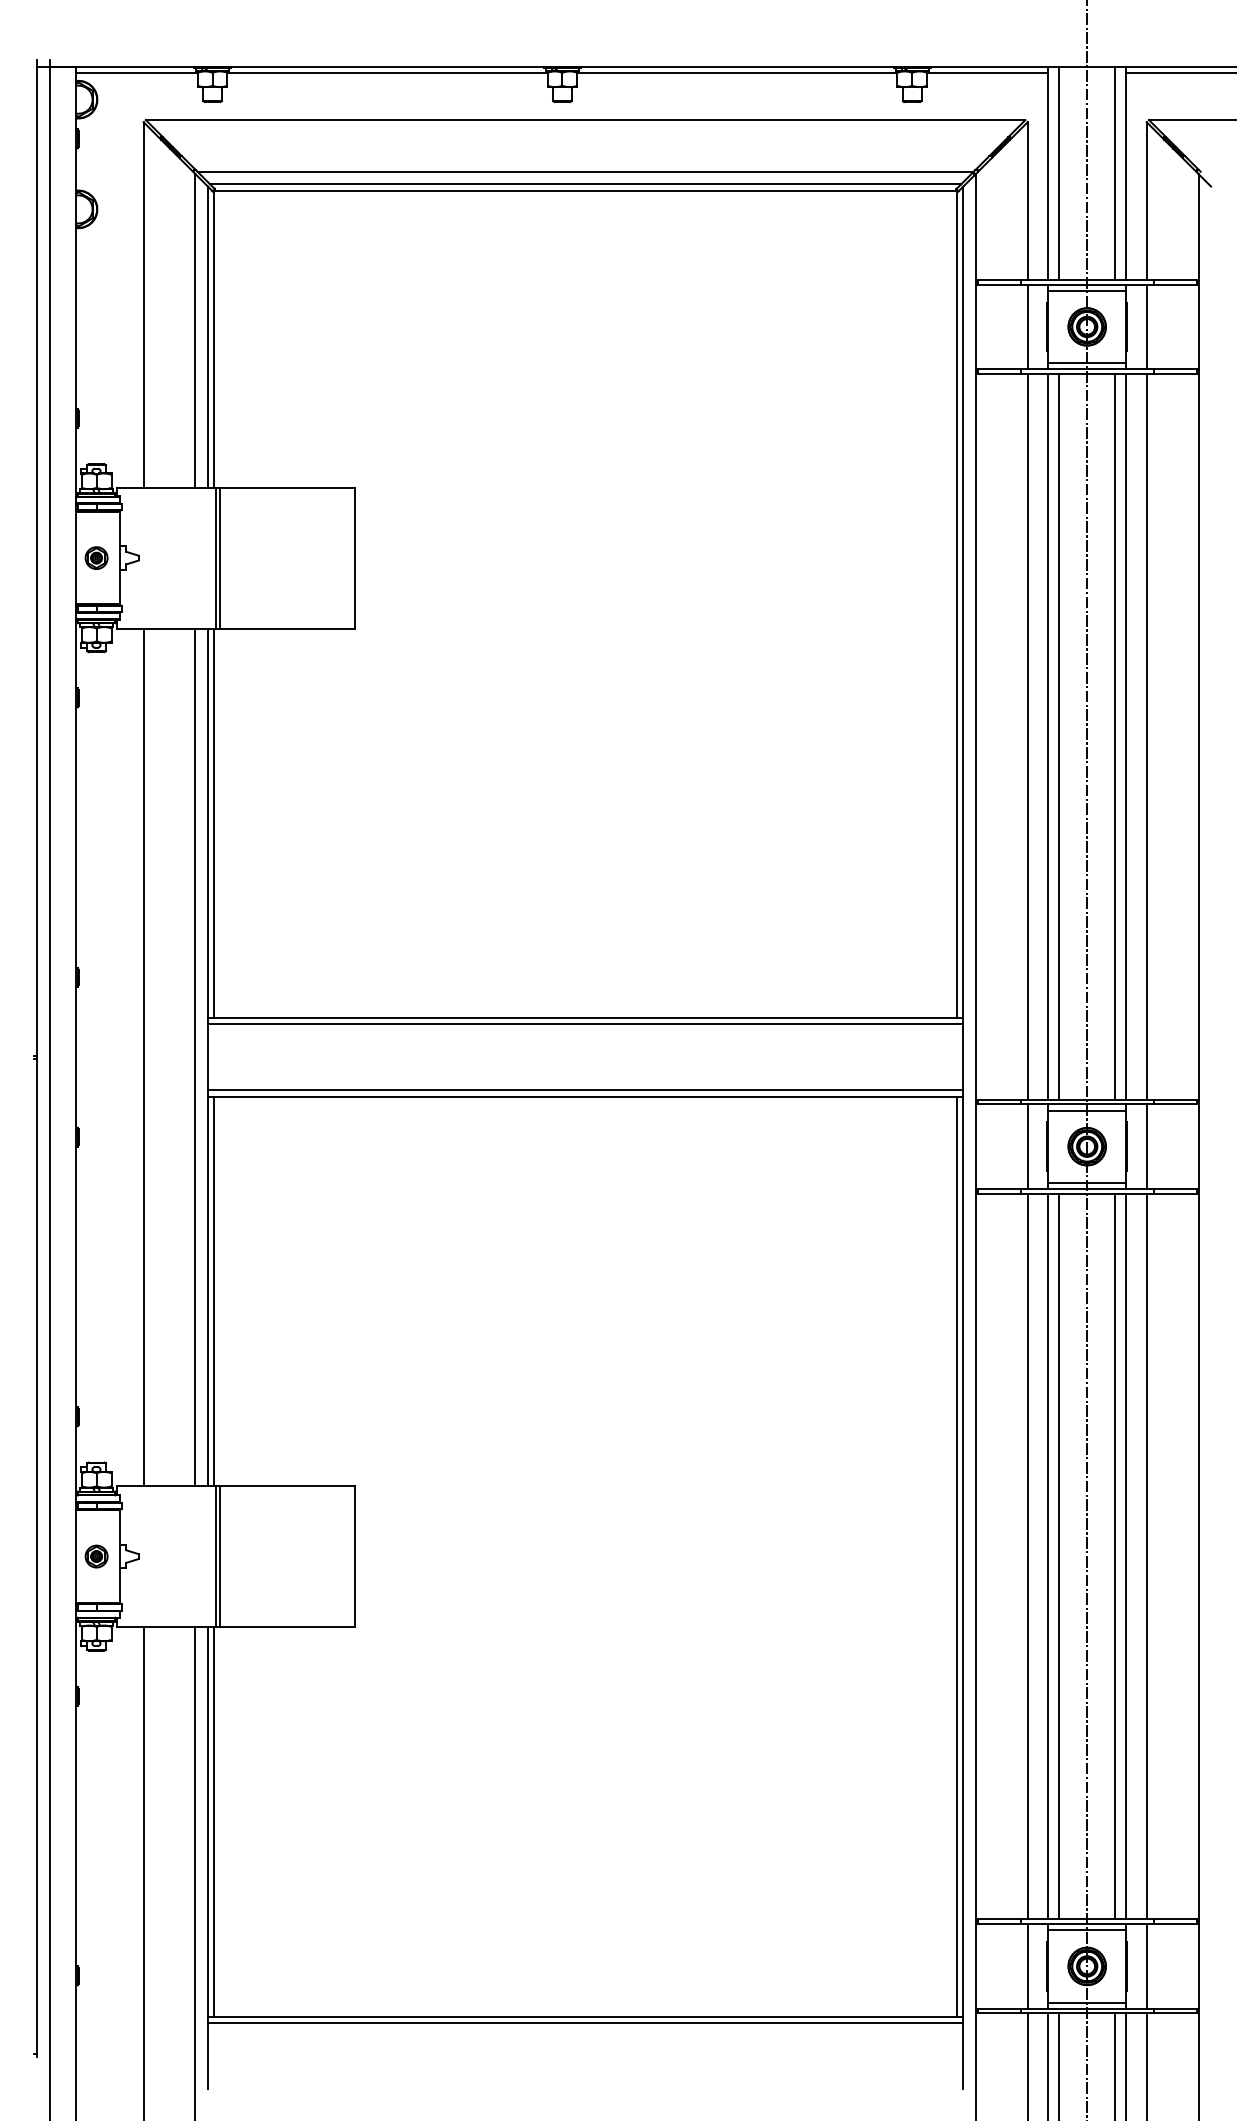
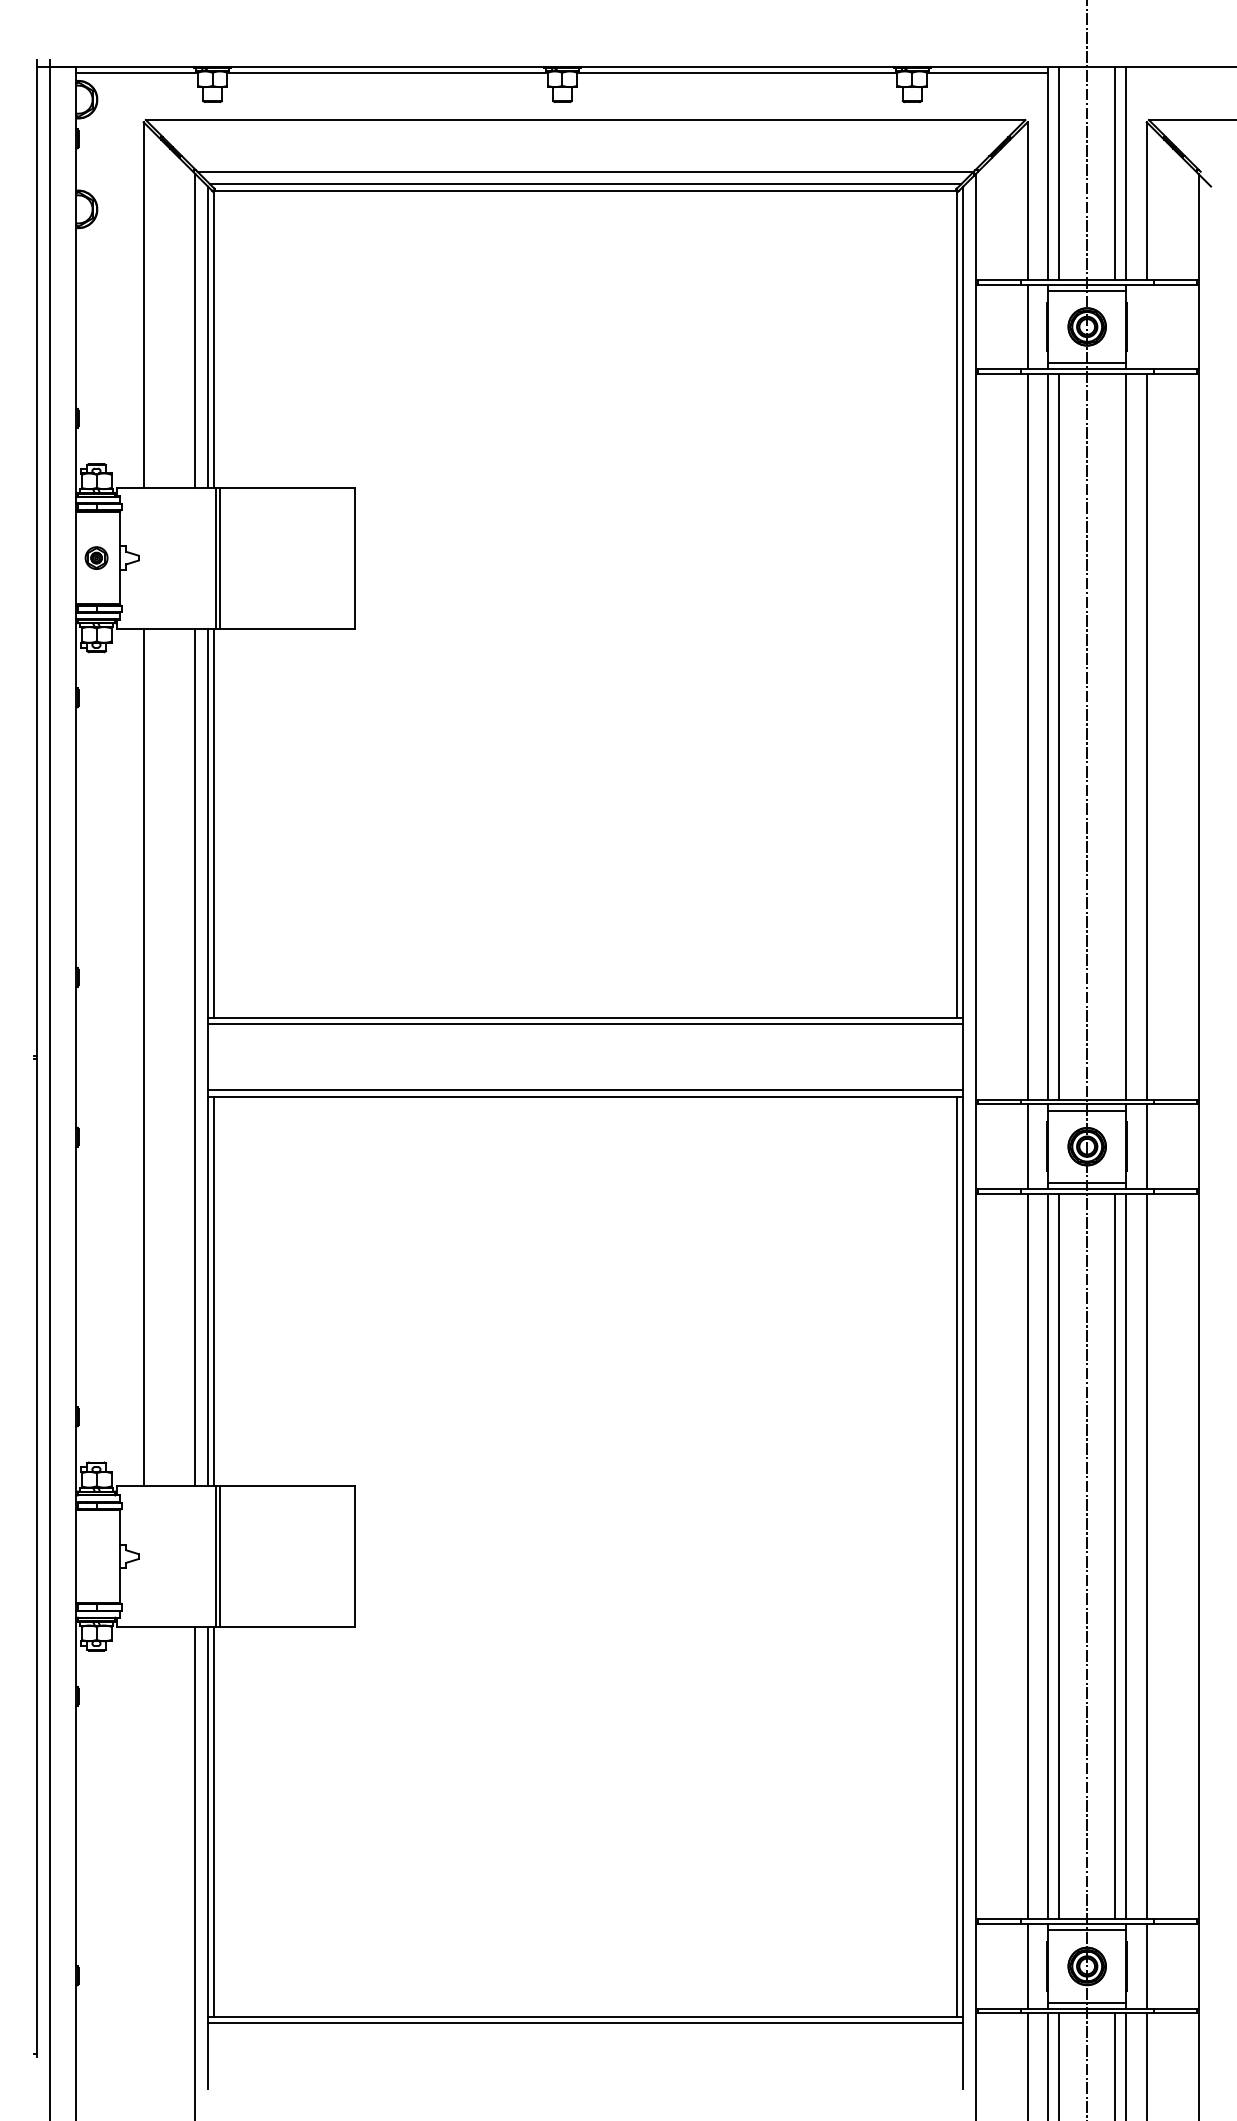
line at (1179, 73): present -> none
line at (1146, 326): present -> none
line at (1115, 736): present -> none
part at (96, 1556): present -> none
line at (143, 1872): present -> none
